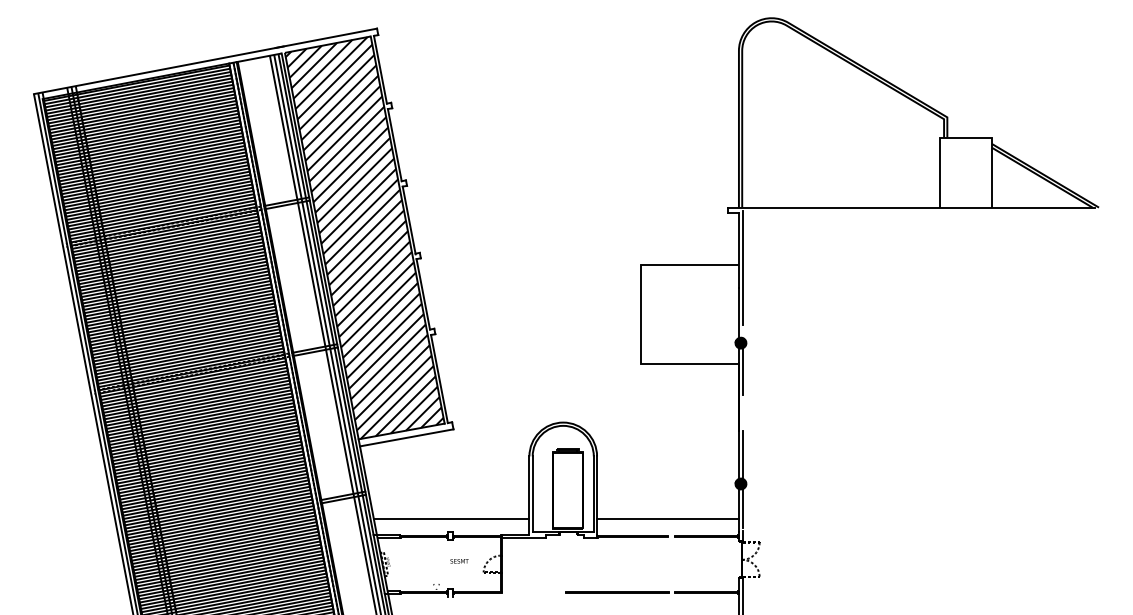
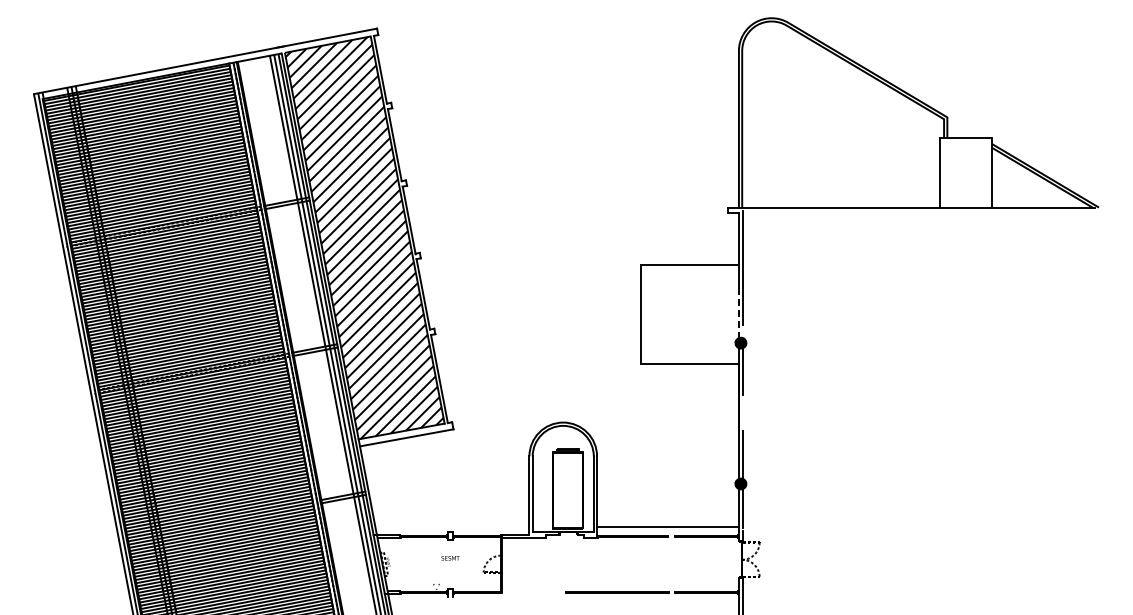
line at (738, 313): solid -> dashed
line at (451, 518): present -> none
line at (667, 518) position: (667, 518) -> (667, 526)
text at (459, 561) position: (459, 561) -> (450, 558)
